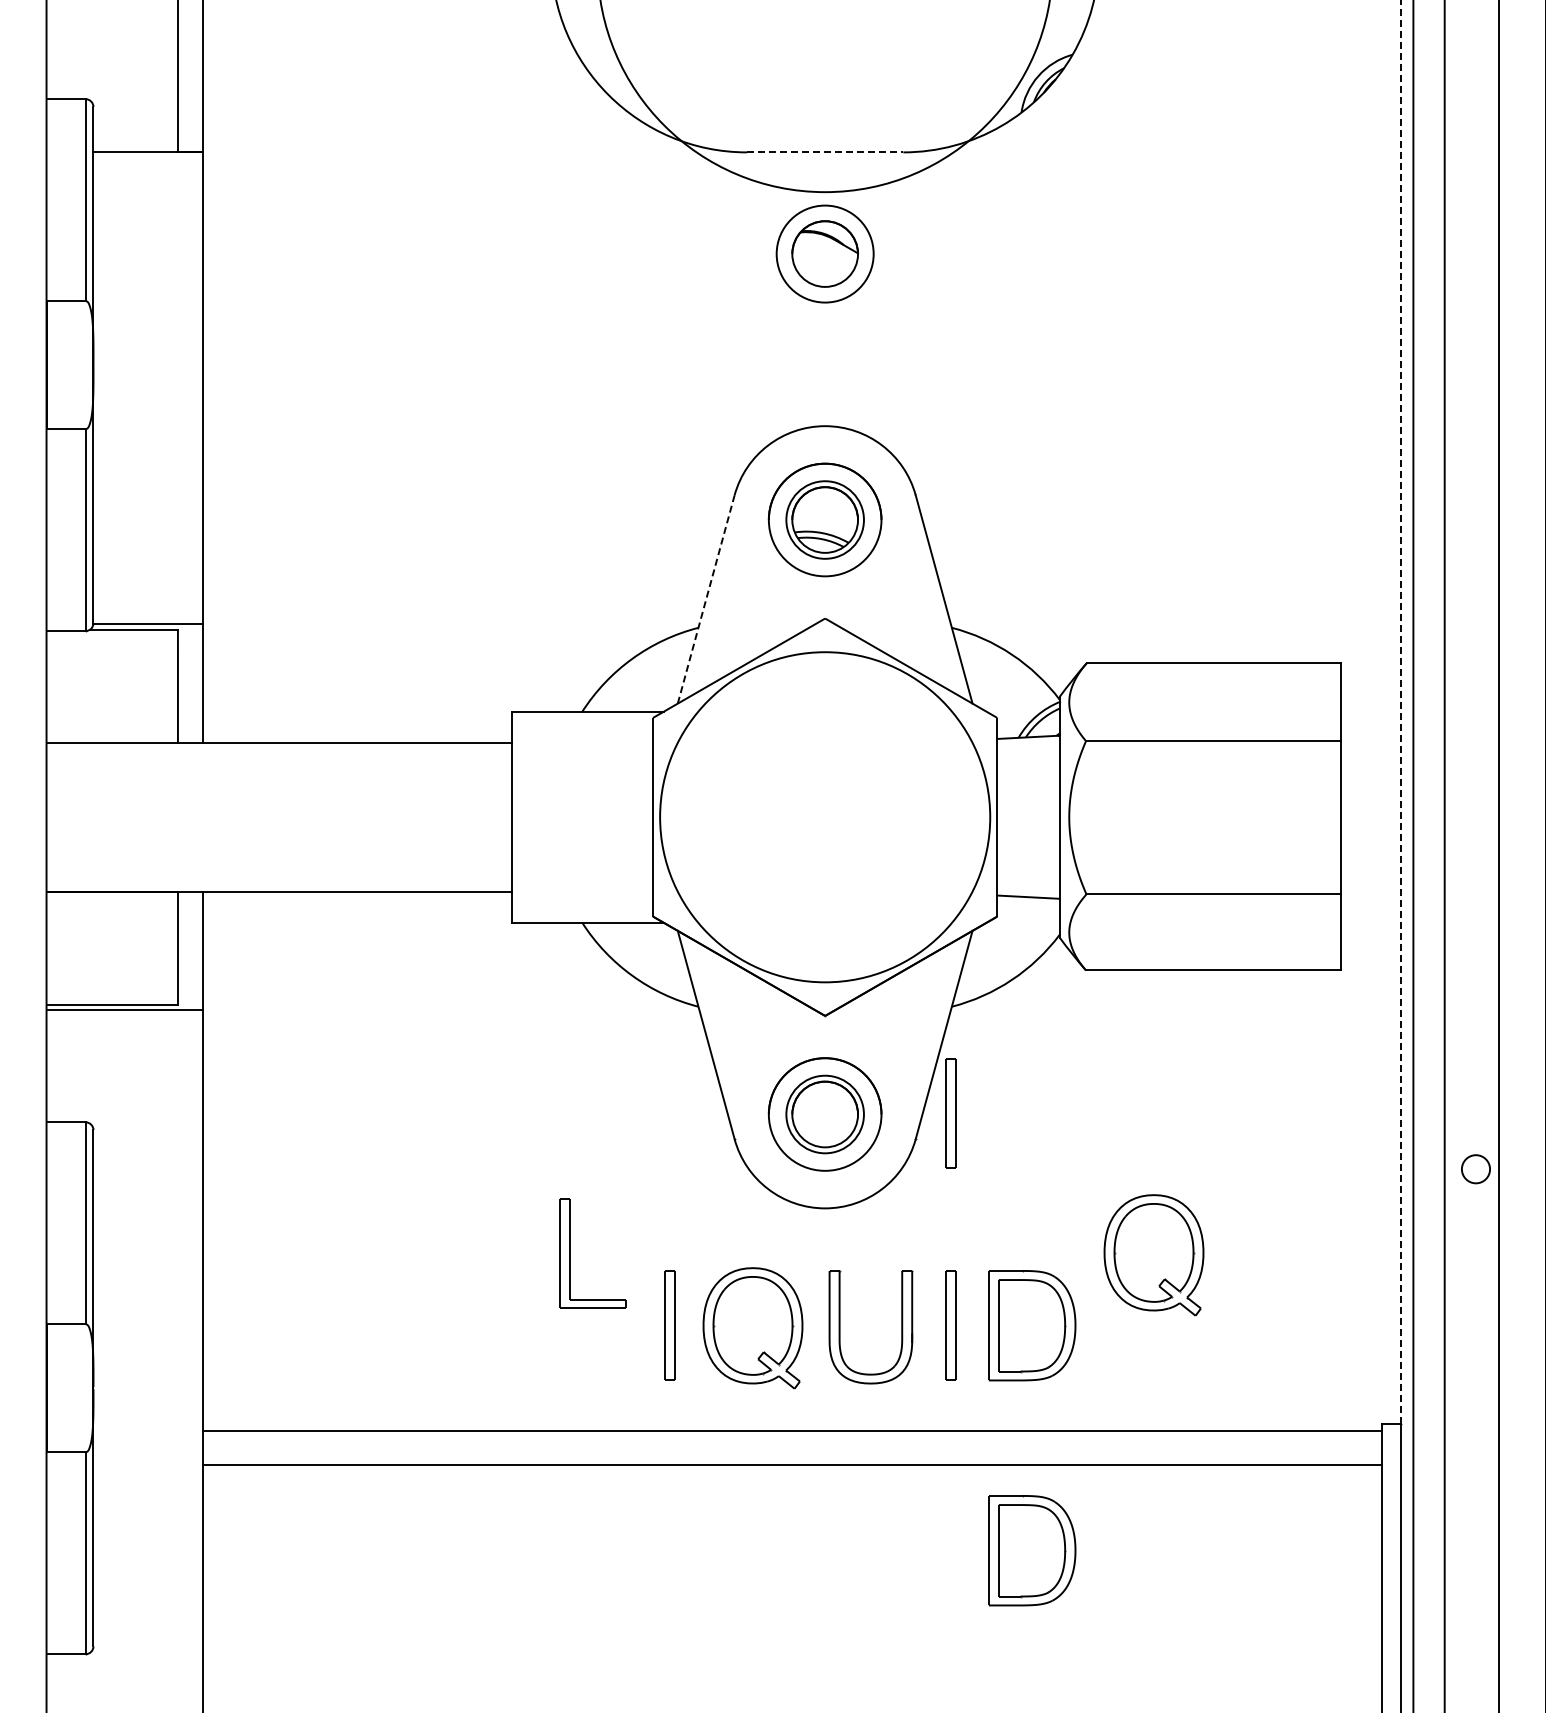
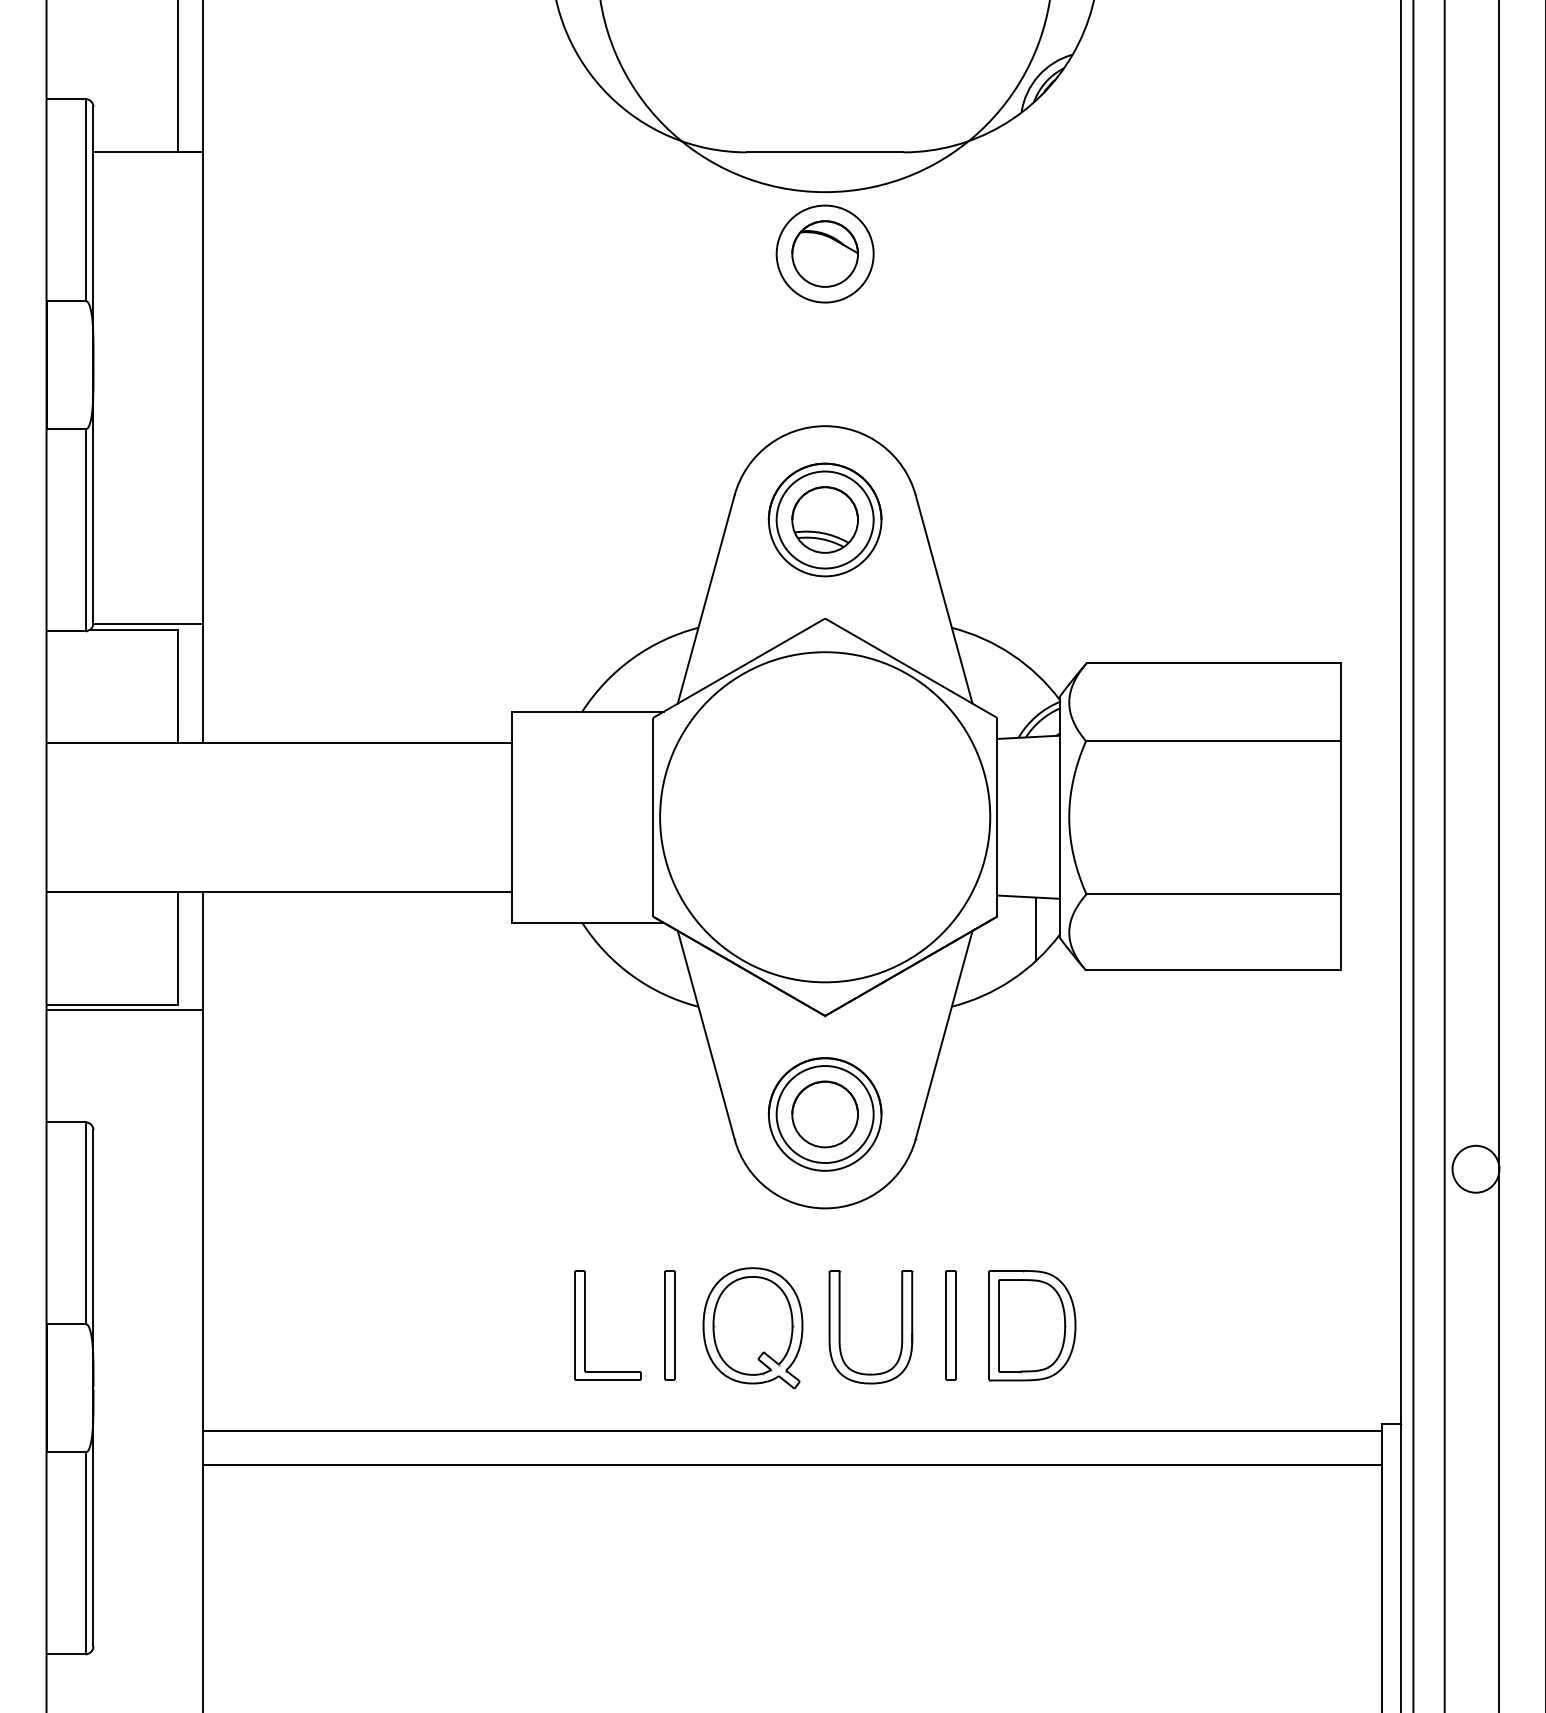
line at (825, 152): dashed -> solid
circle at (824, 519) diameter: 78 px -> 97 px
line at (706, 599): dashed -> solid
line at (1400, 711): dashed -> solid
line at (1036, 928): none -> present
part at (950, 1113): present -> none
circle at (824, 1114) diameter: 78 px -> 97 px
circle at (1475, 1169) diameter: 28 px -> 47 px
part at (570, 1253) position: (570, 1253) -> (585, 1325)
part at (1153, 1255): present -> none
part at (1032, 1550): present -> none
